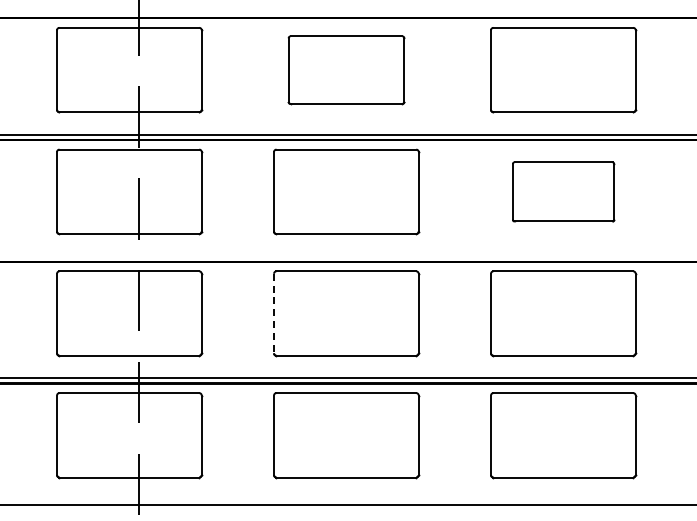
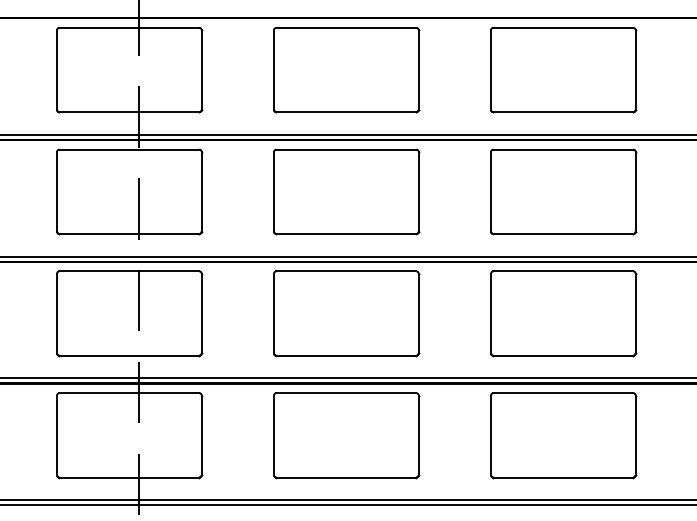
part at (346, 70) size: 119x71 px -> 148x87 px
part at (563, 191) size: 104x62 px -> 148x88 px
line at (347, 256): none -> present
line at (274, 313): dashed -> solid
line at (347, 500): none -> present
